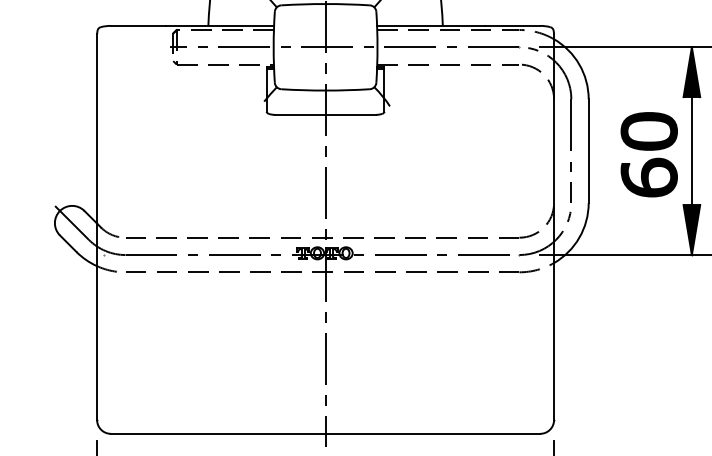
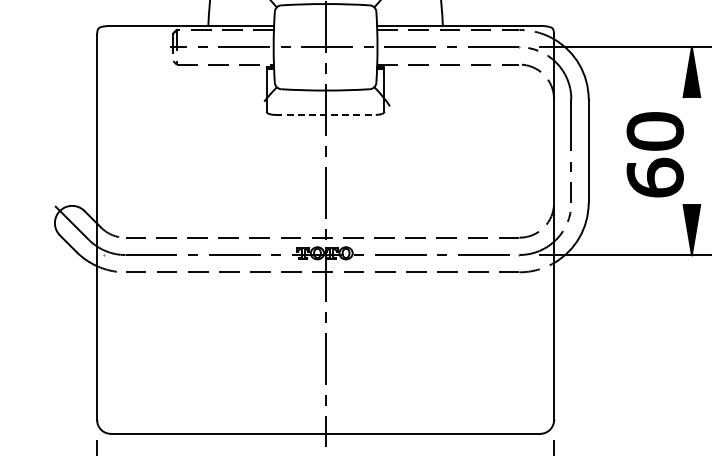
line at (326, 114): solid -> dashed
line at (691, 151): present -> none
part at (648, 154) position: (648, 154) -> (654, 154)
